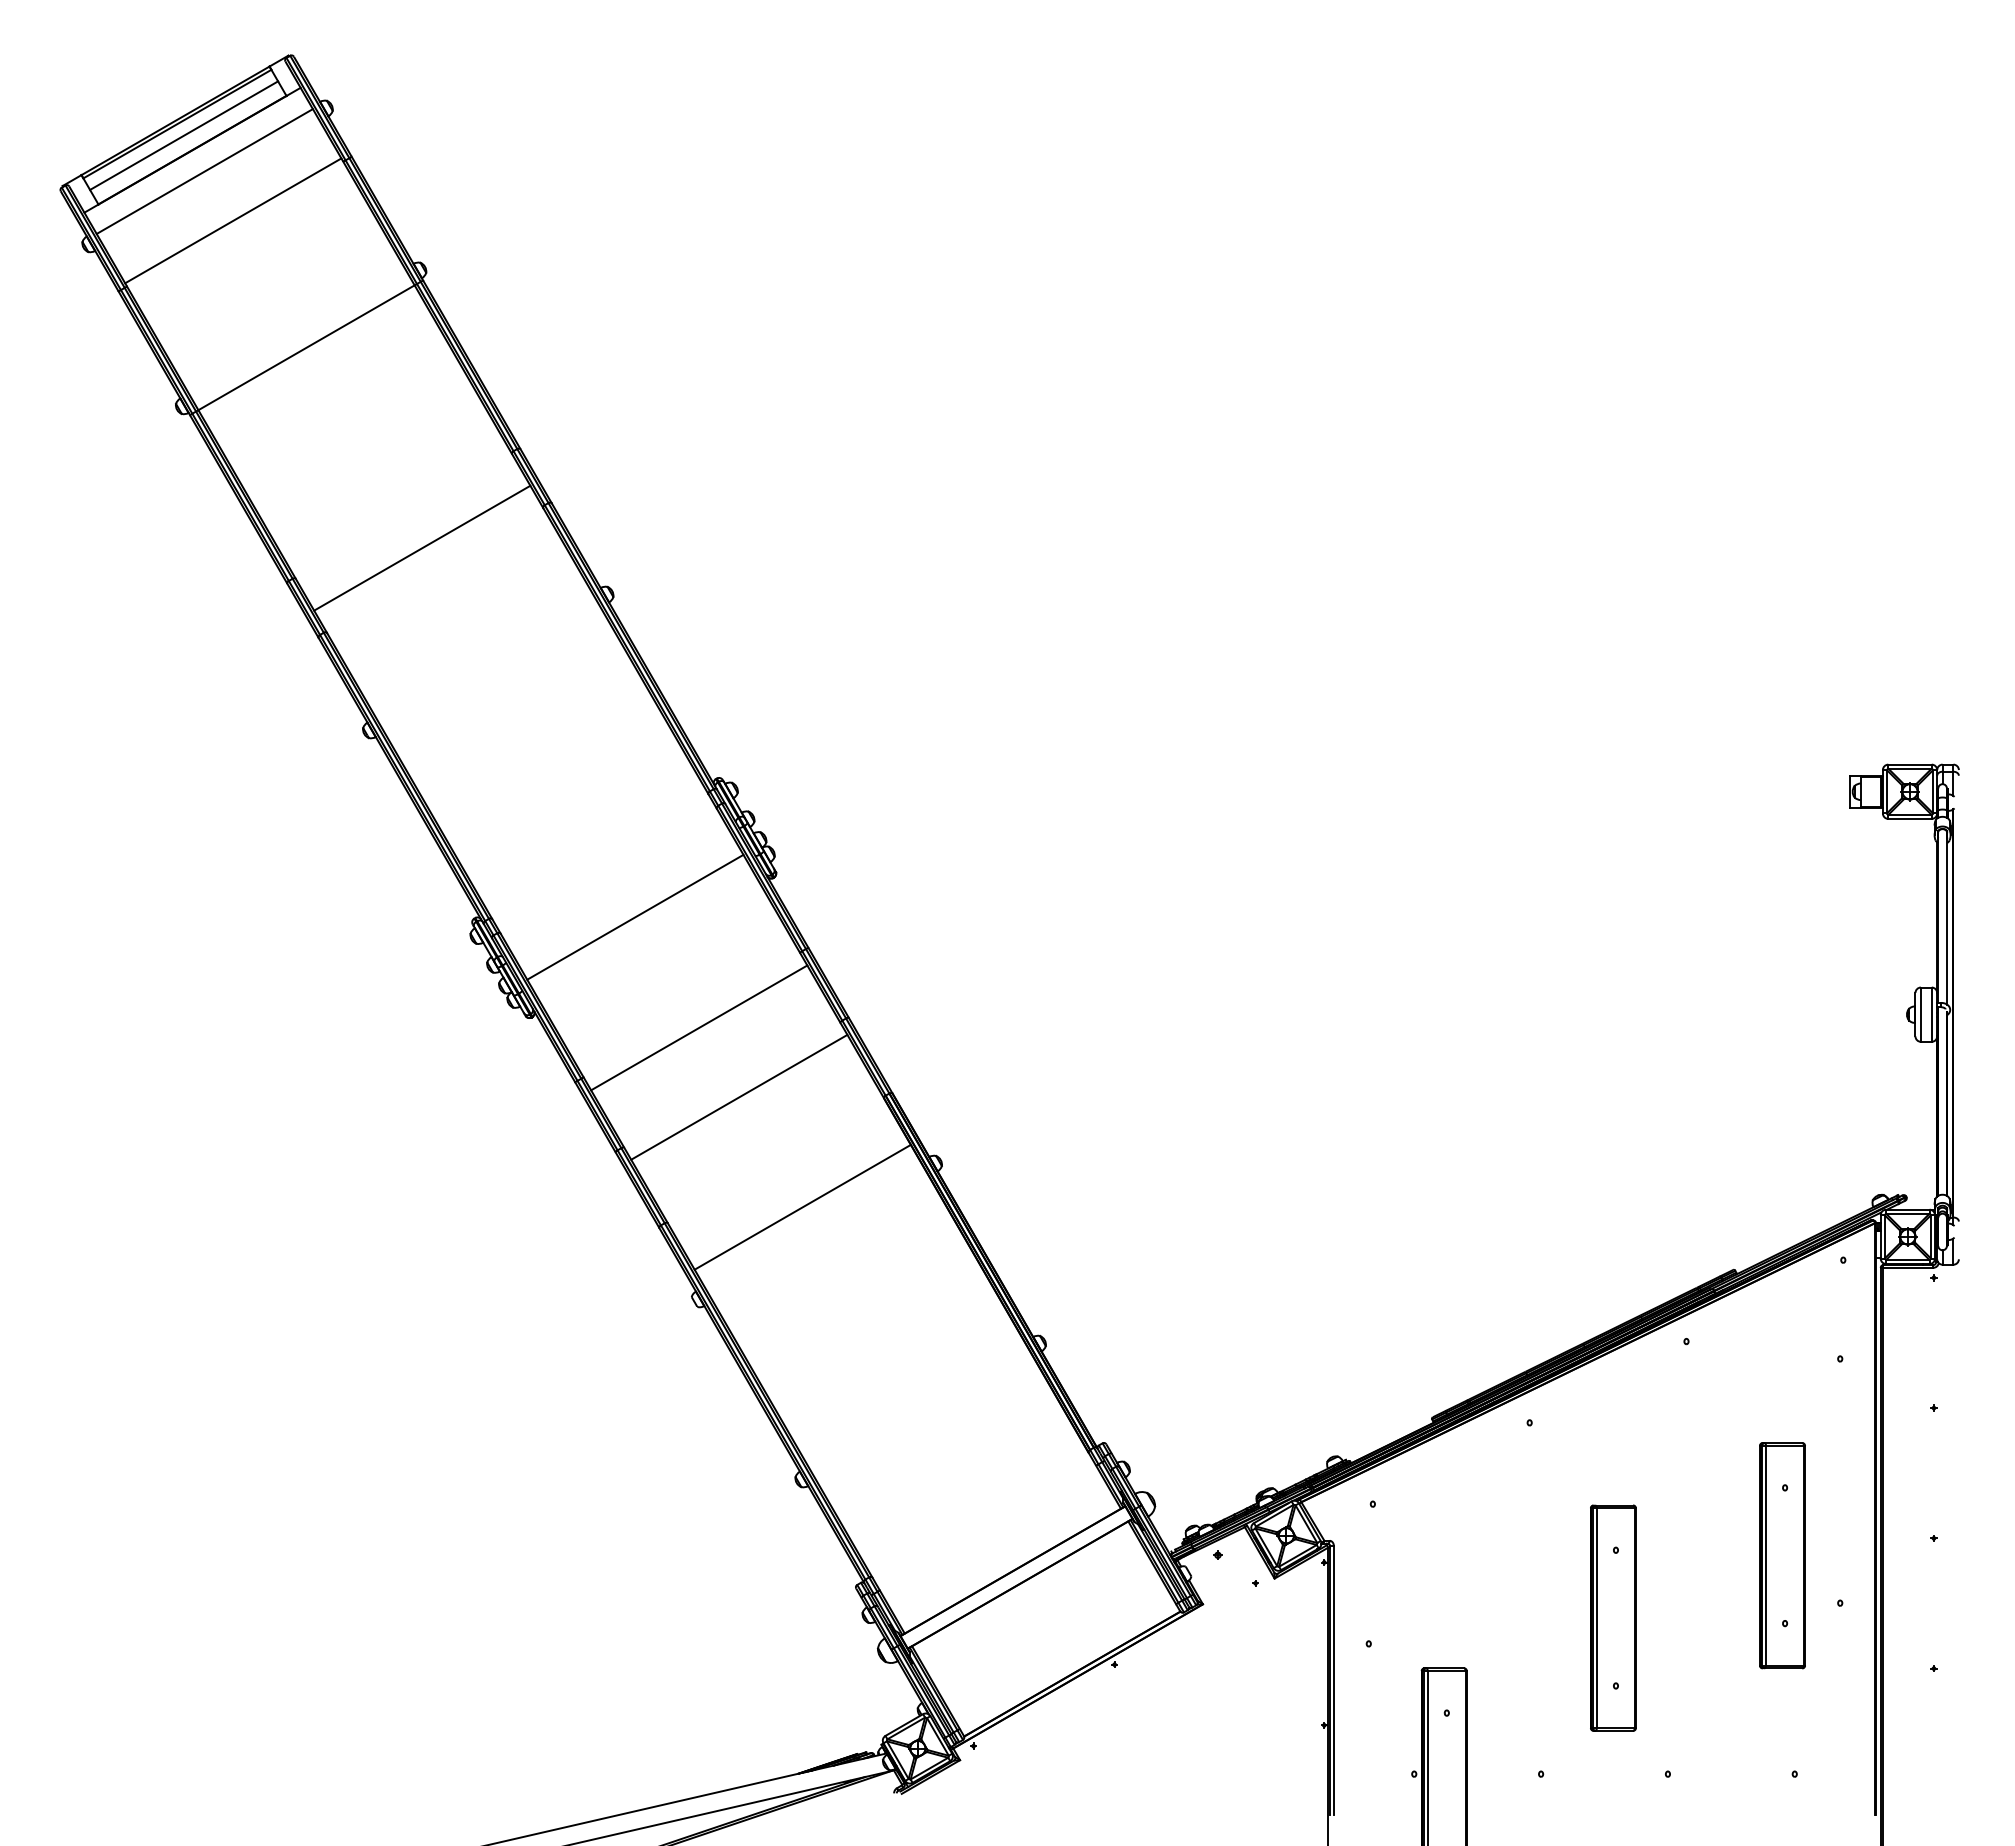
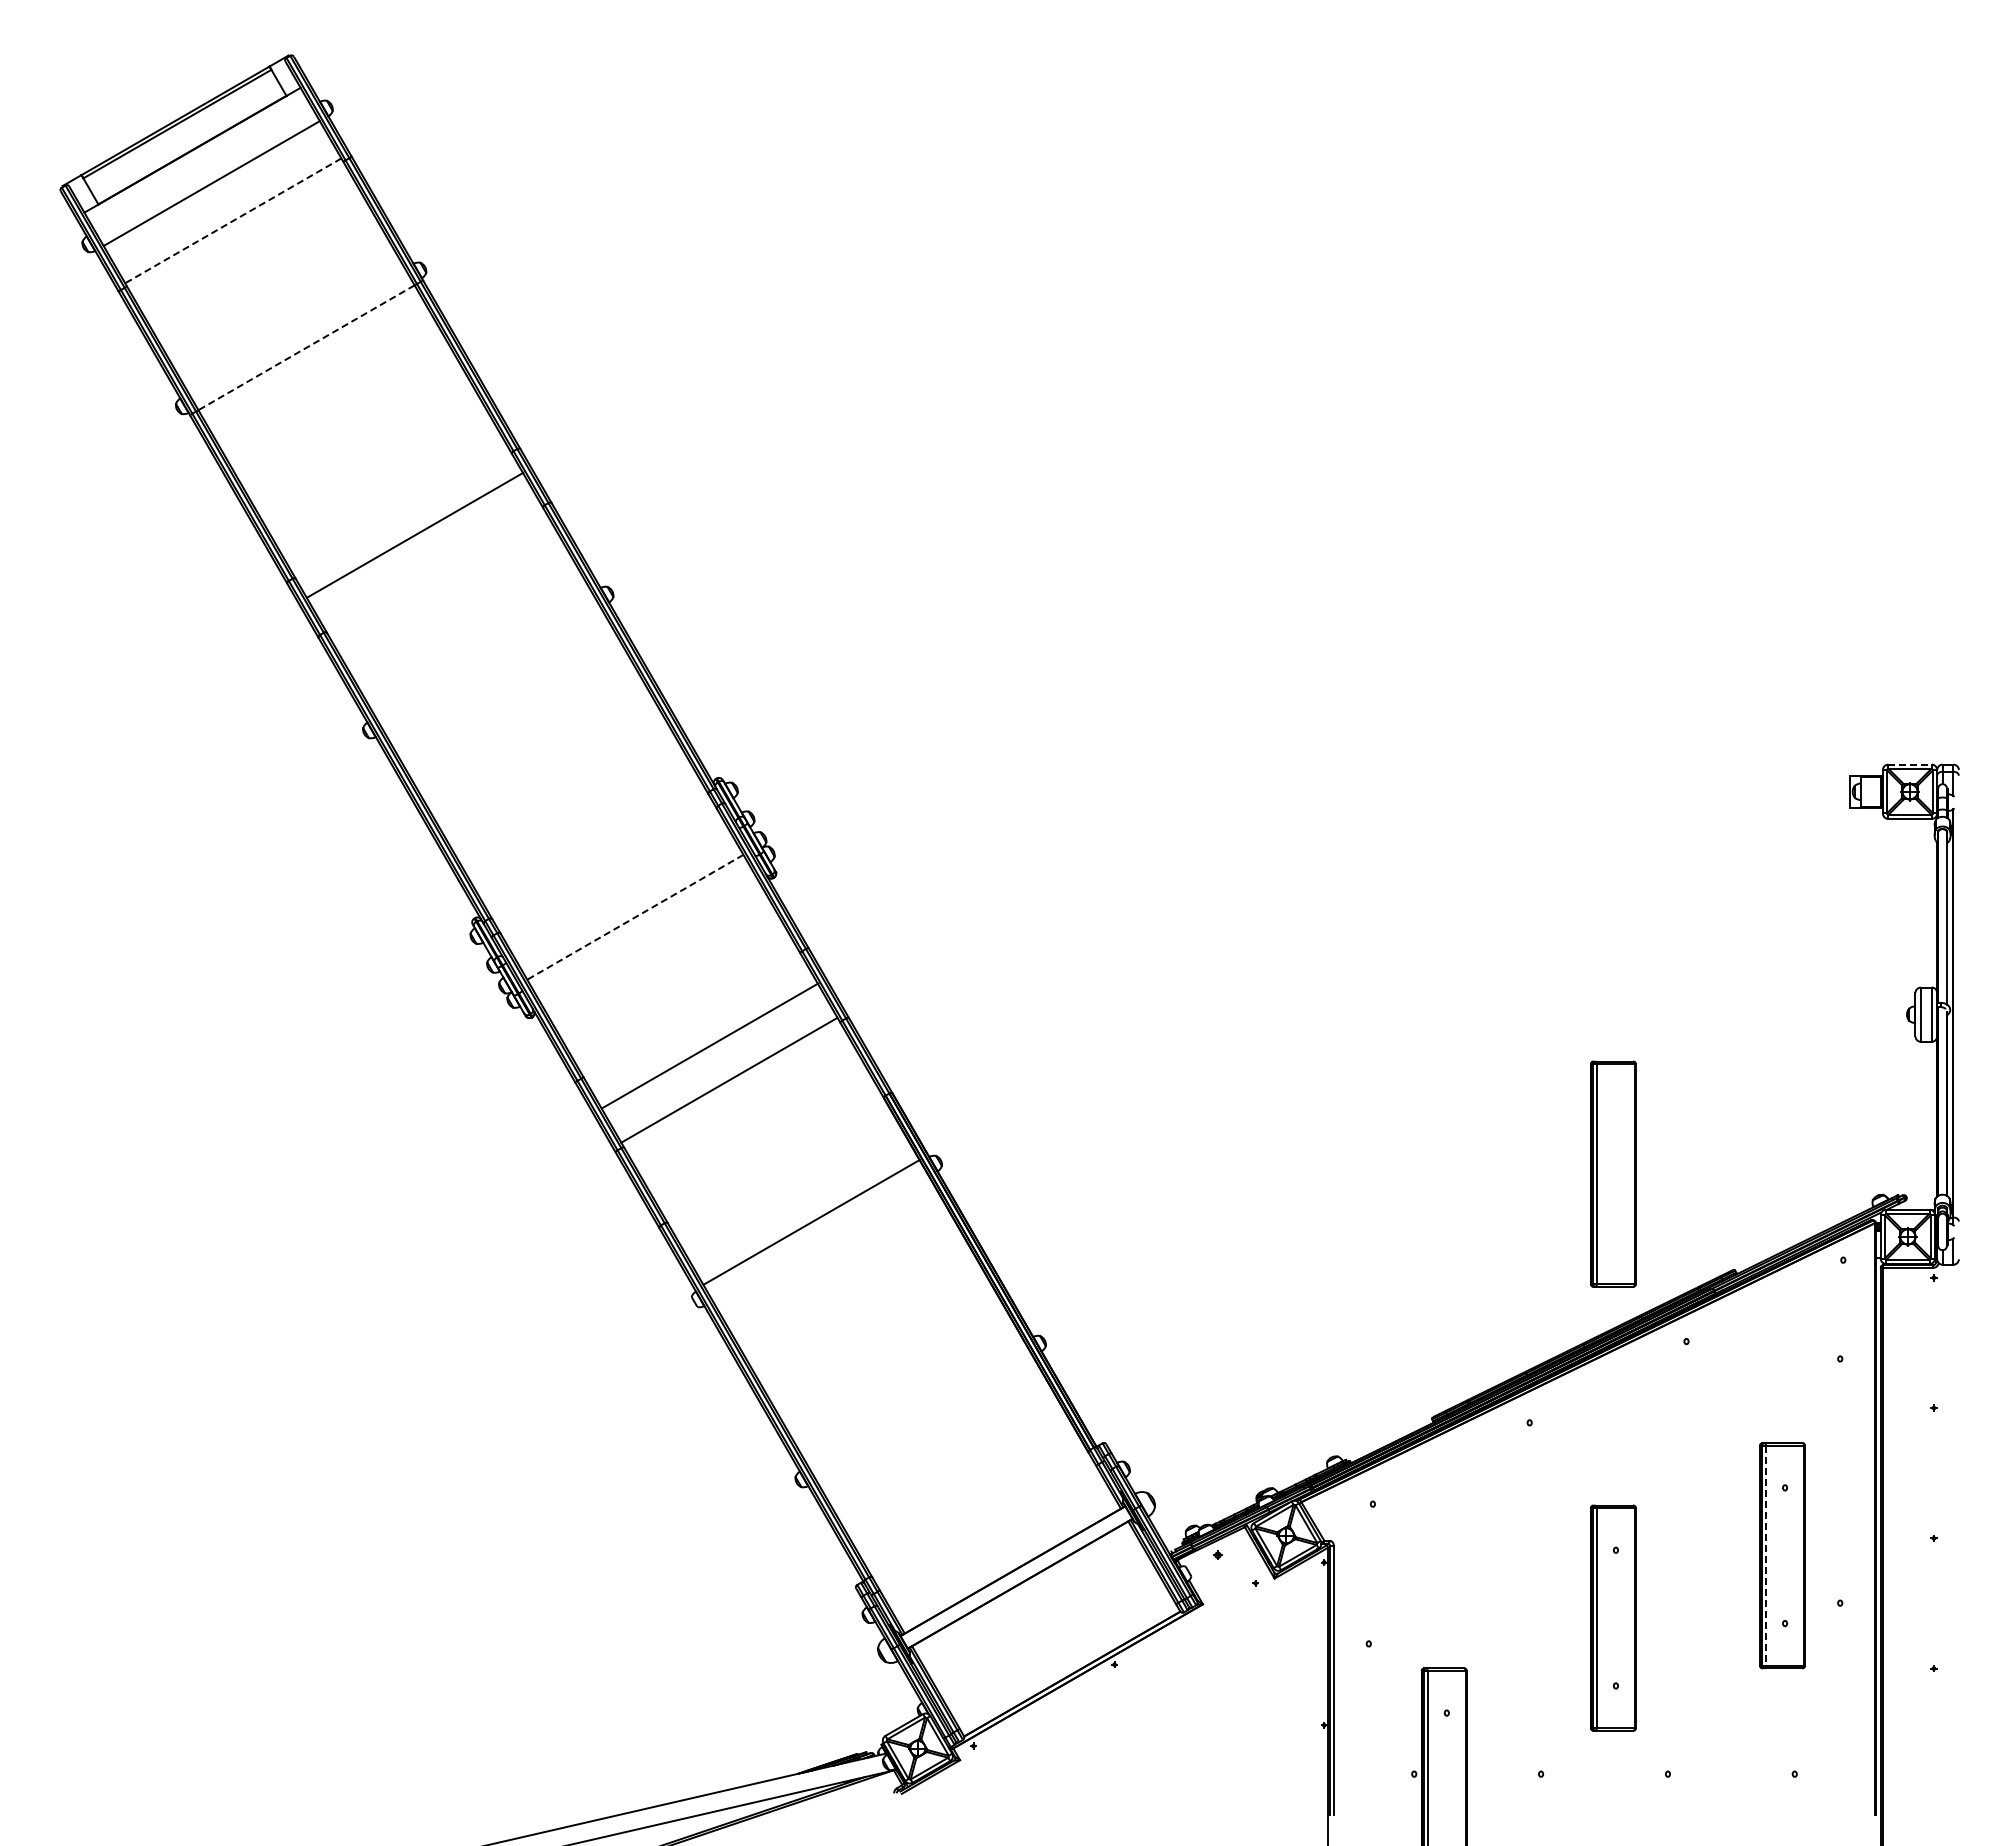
line at (184, 135): present -> none
line at (204, 171) position: (204, 171) -> (211, 183)
line at (233, 220): solid -> dashed
line at (306, 347): solid -> dashed
line at (422, 547) position: (422, 547) -> (415, 534)
line at (1910, 764): solid -> dashed
line at (635, 917): solid -> dashed
line at (699, 1027) position: (699, 1027) -> (710, 1045)
line at (739, 1096) position: (739, 1096) -> (729, 1079)
part at (1613, 1173): none -> present
line at (802, 1206) position: (802, 1206) -> (811, 1221)
line at (1766, 1555): solid -> dashed
